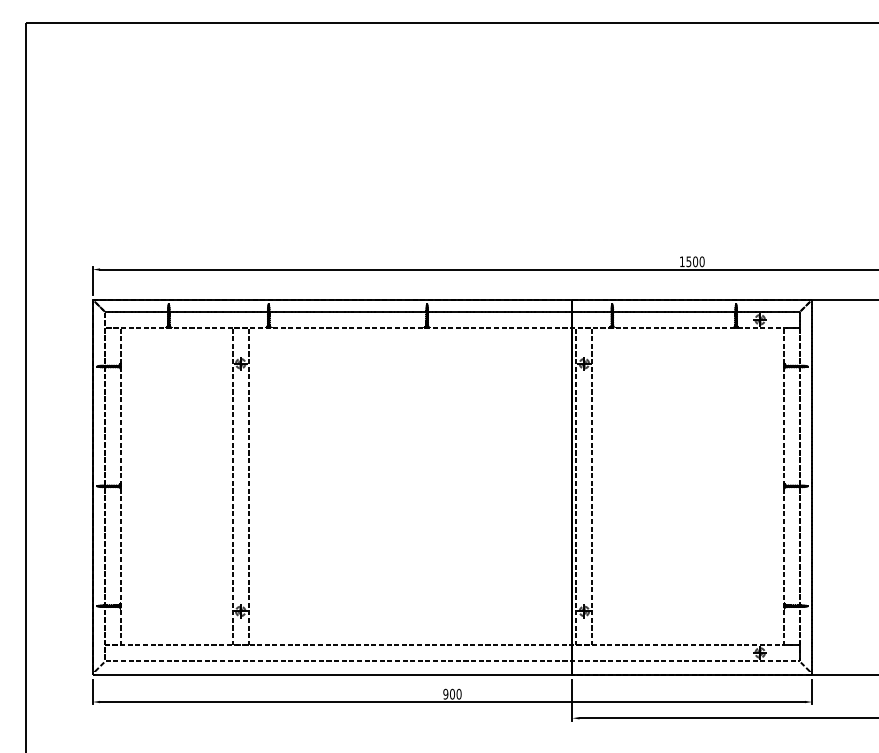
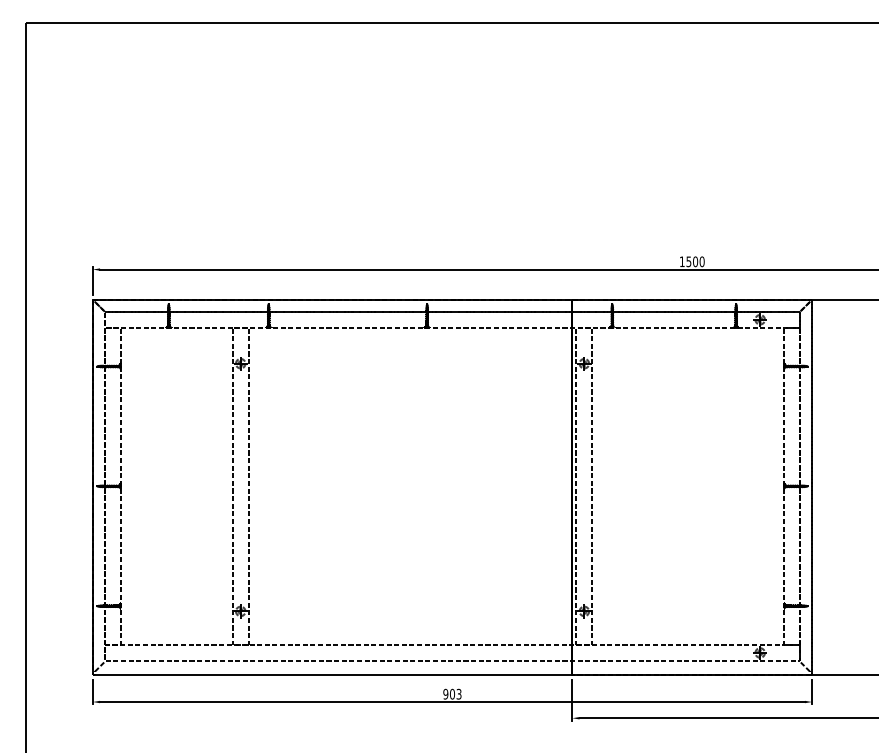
text at (458, 694): 900 -> 903
